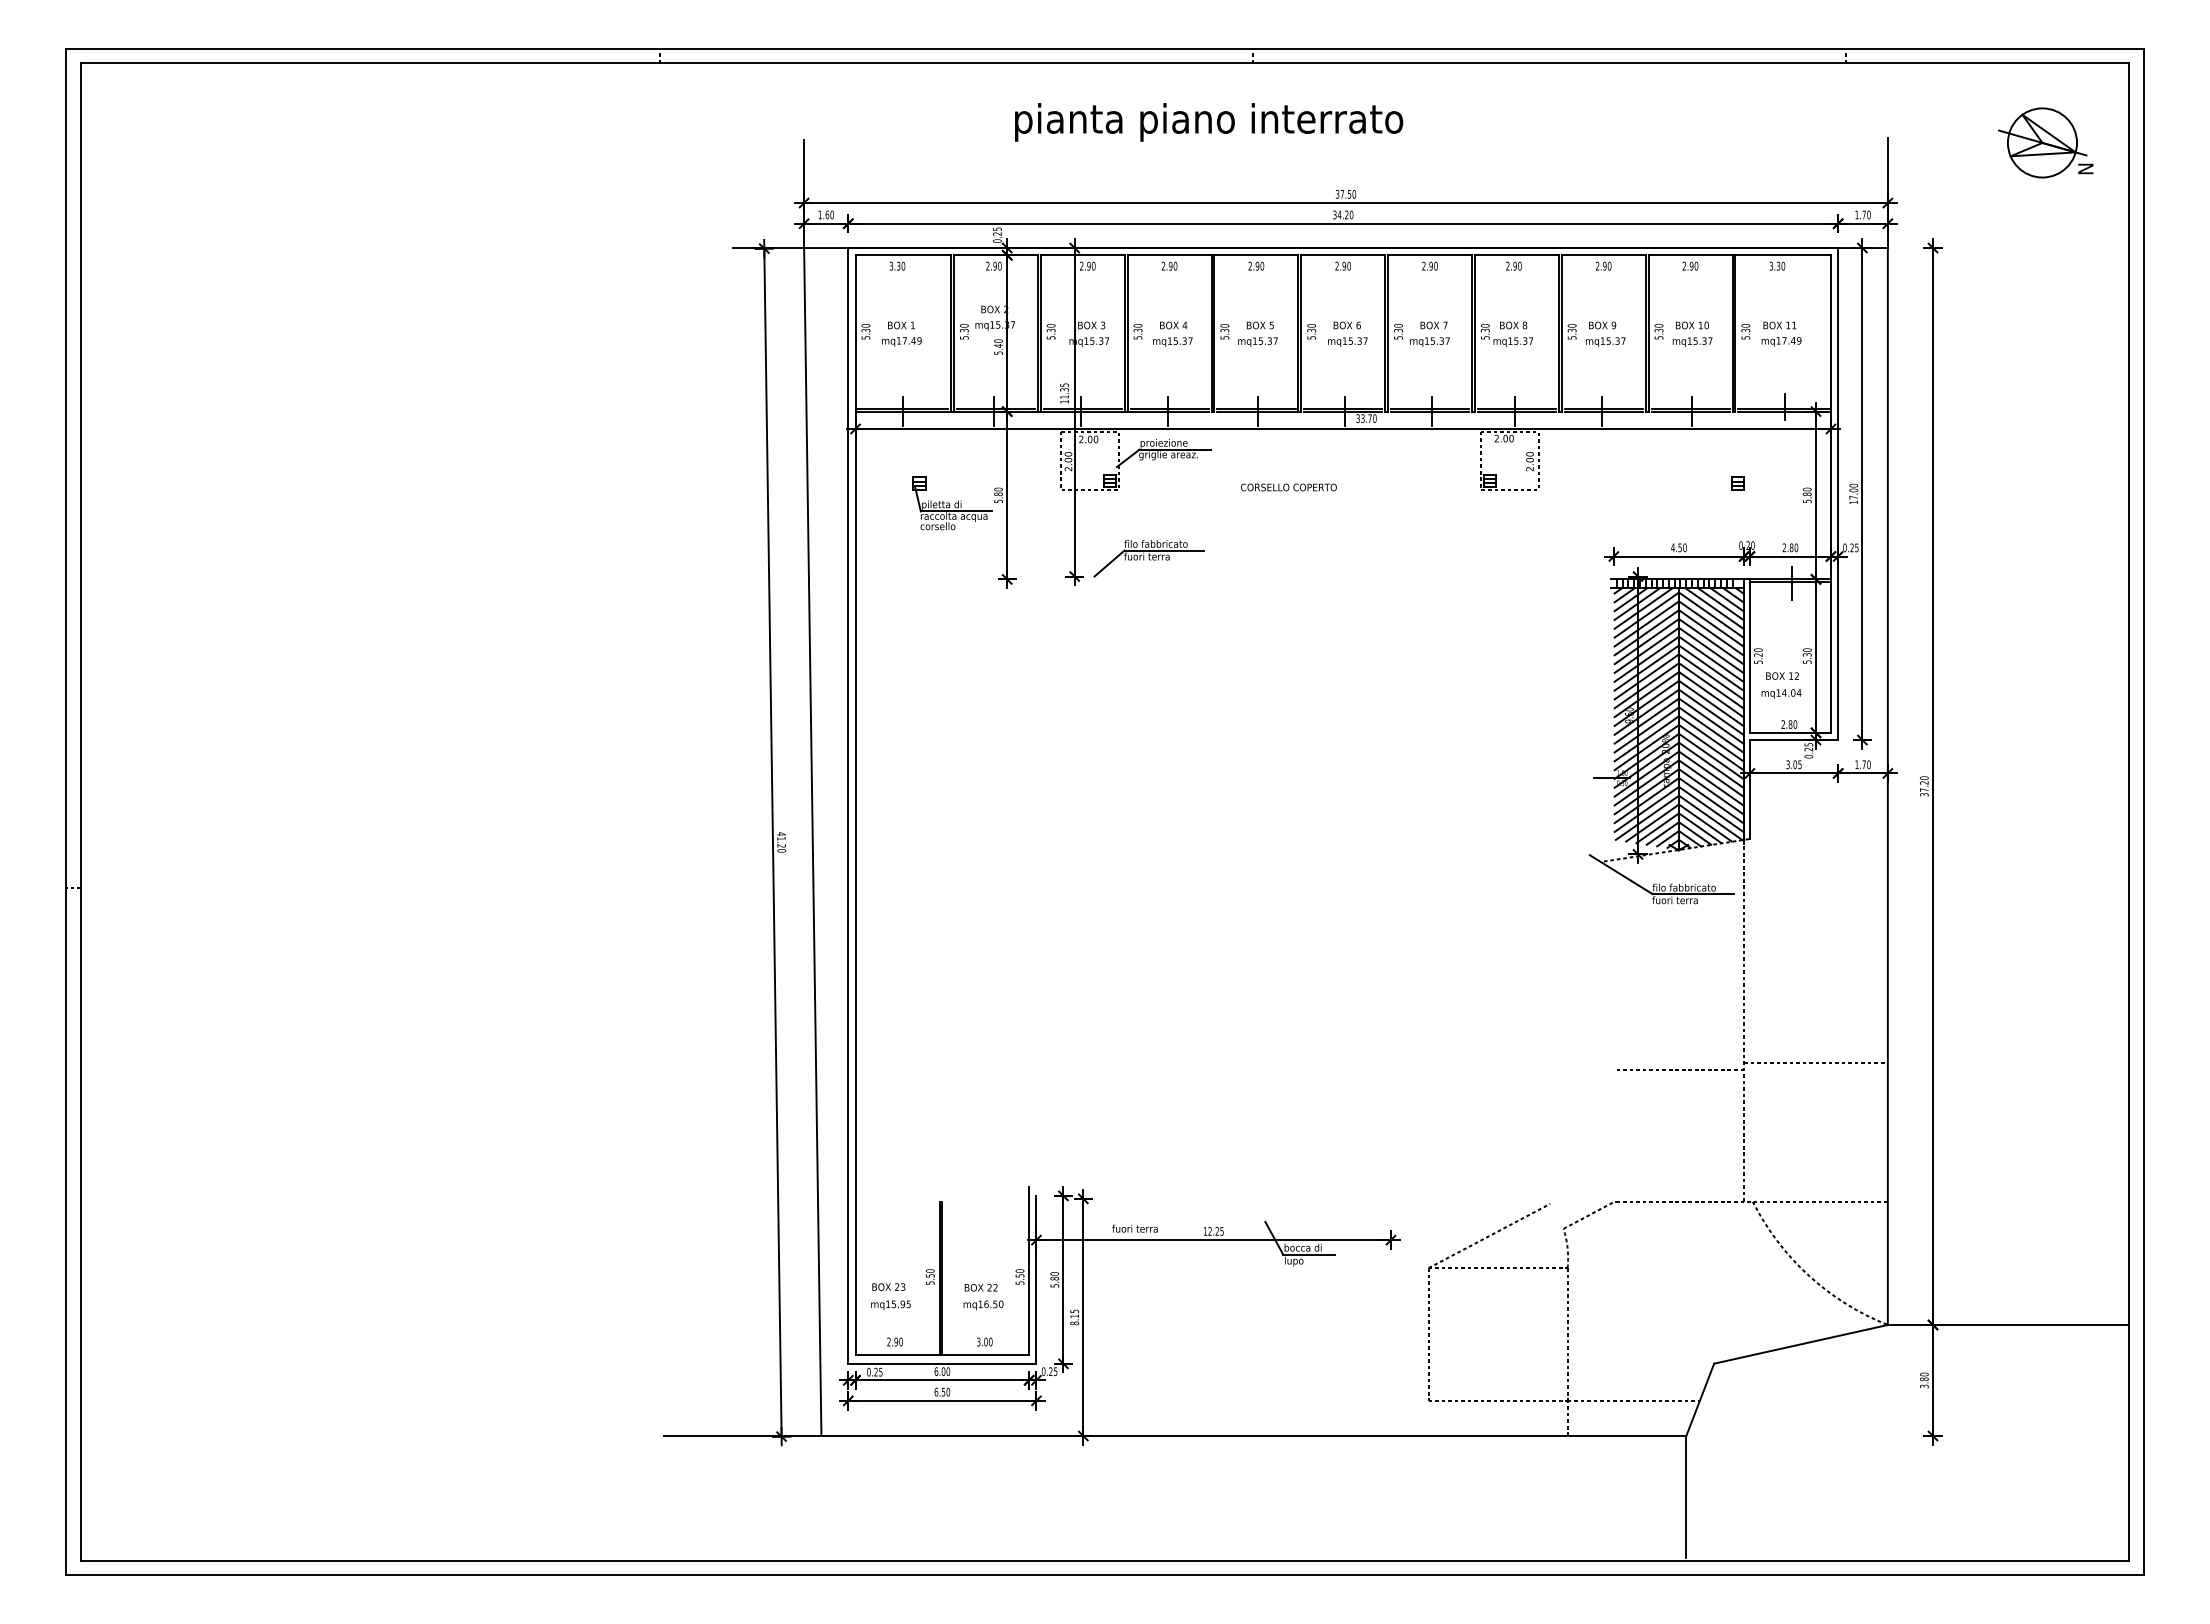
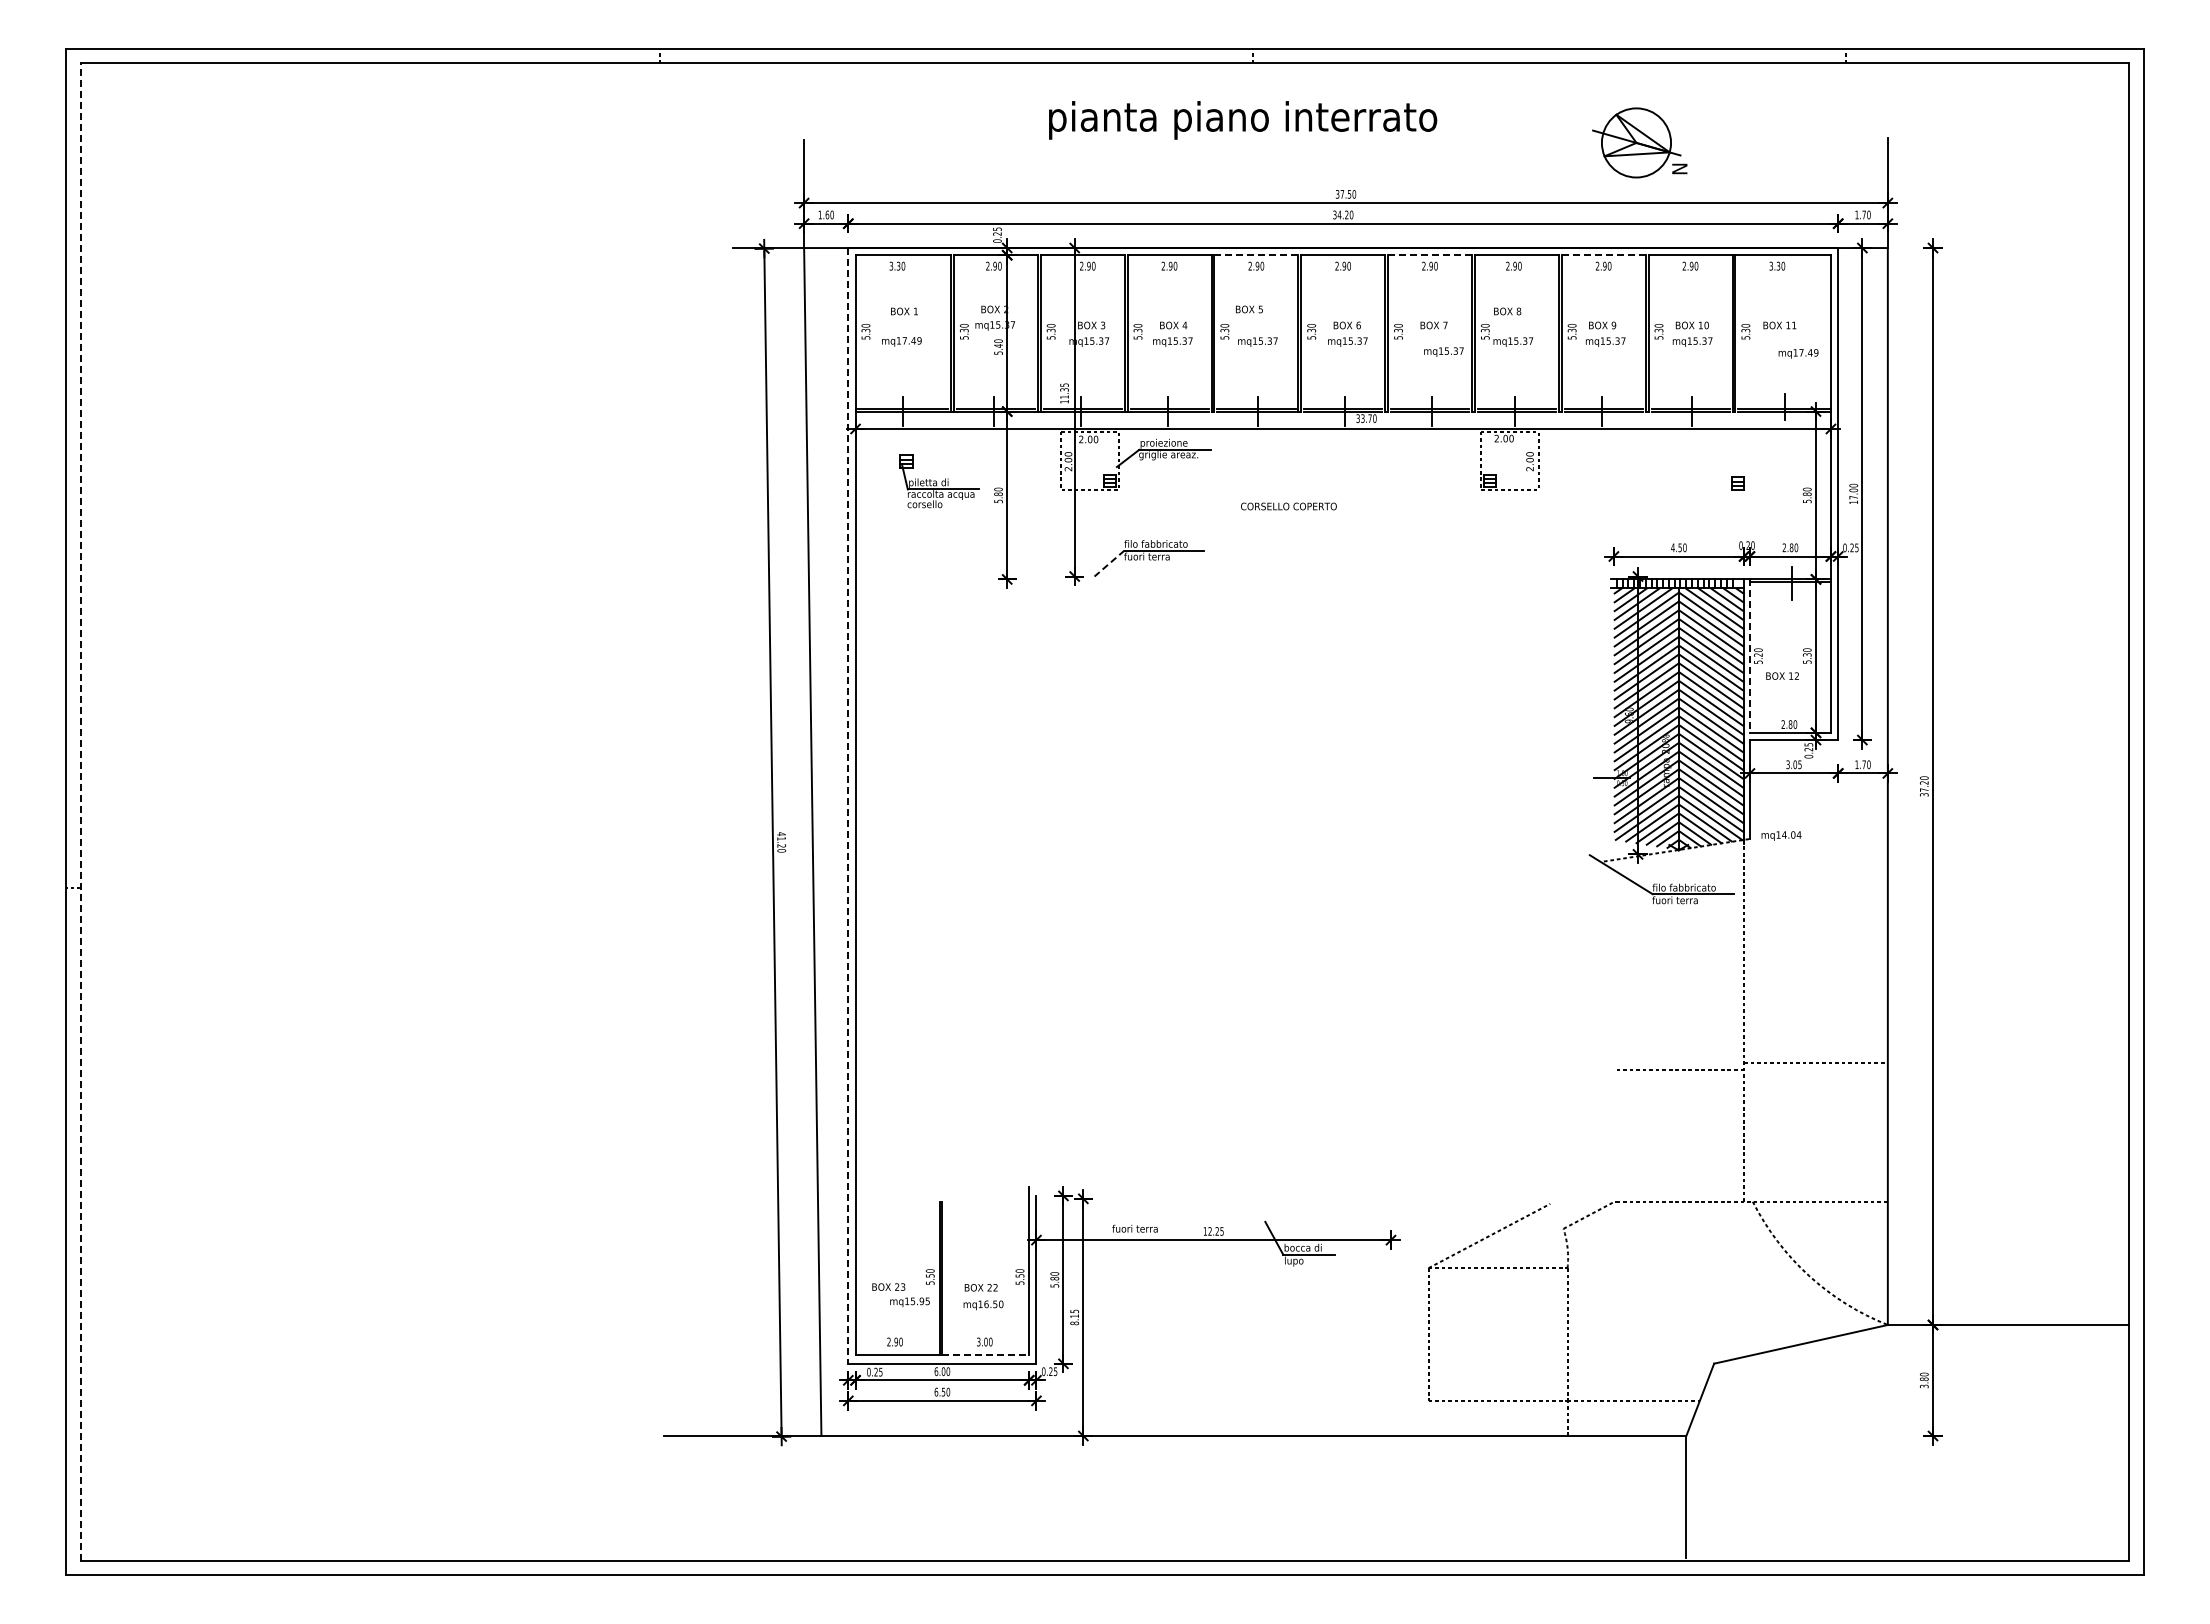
text at (1209, 122) position: (1209, 122) -> (1243, 120)
part at (2045, 142) position: (2045, 142) -> (1639, 142)
line at (1256, 255): solid -> dashed
line at (1430, 255): solid -> dashed
line at (1603, 255): solid -> dashed
text at (901, 325) position: (901, 325) -> (904, 311)
text at (1260, 325) position: (1260, 325) -> (1249, 309)
text at (1513, 325) position: (1513, 325) -> (1507, 311)
text at (1429, 341) position: (1429, 341) -> (1443, 351)
text at (1781, 341) position: (1781, 341) -> (1798, 353)
text at (1288, 487) position: (1288, 487) -> (1288, 506)
part at (952, 503) position: (952, 503) -> (939, 481)
line at (1109, 563): solid -> dashed
line at (1749, 656): solid -> dashed
text at (1781, 693) position: (1781, 693) -> (1781, 835)
line at (848, 805): solid -> dashed
line at (80, 811): solid -> dashed
text at (890, 1304) position: (890, 1304) -> (909, 1301)
line at (986, 1355): solid -> dashed
